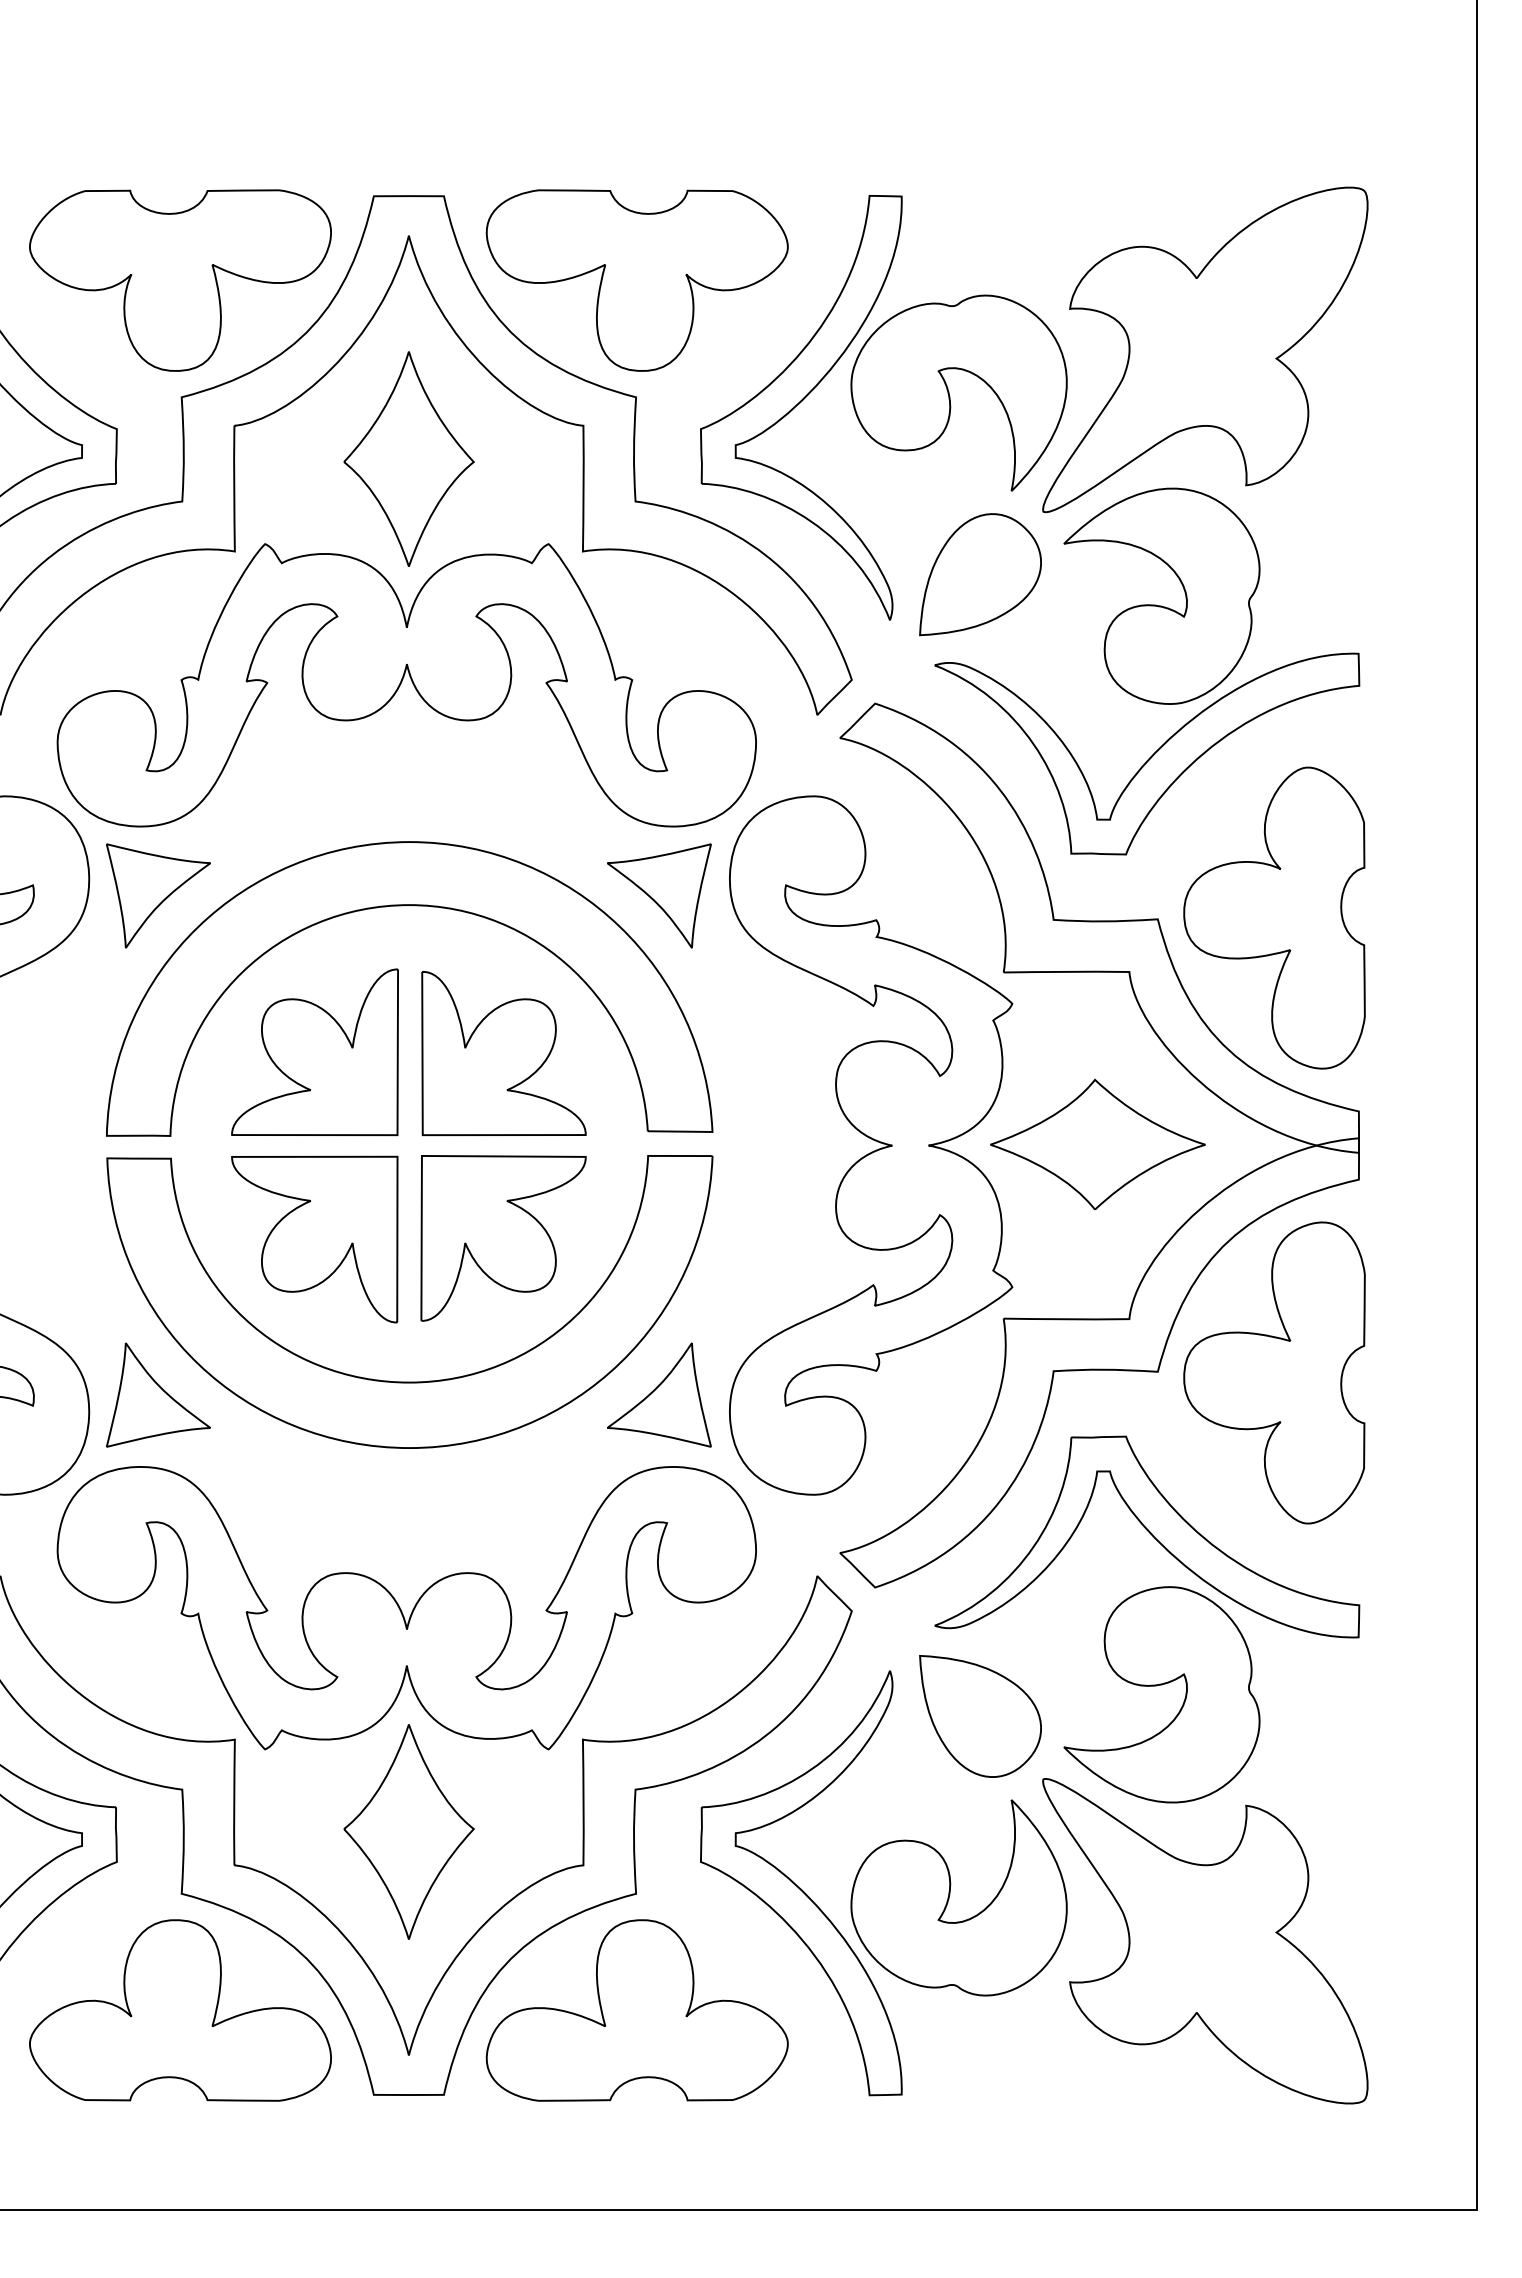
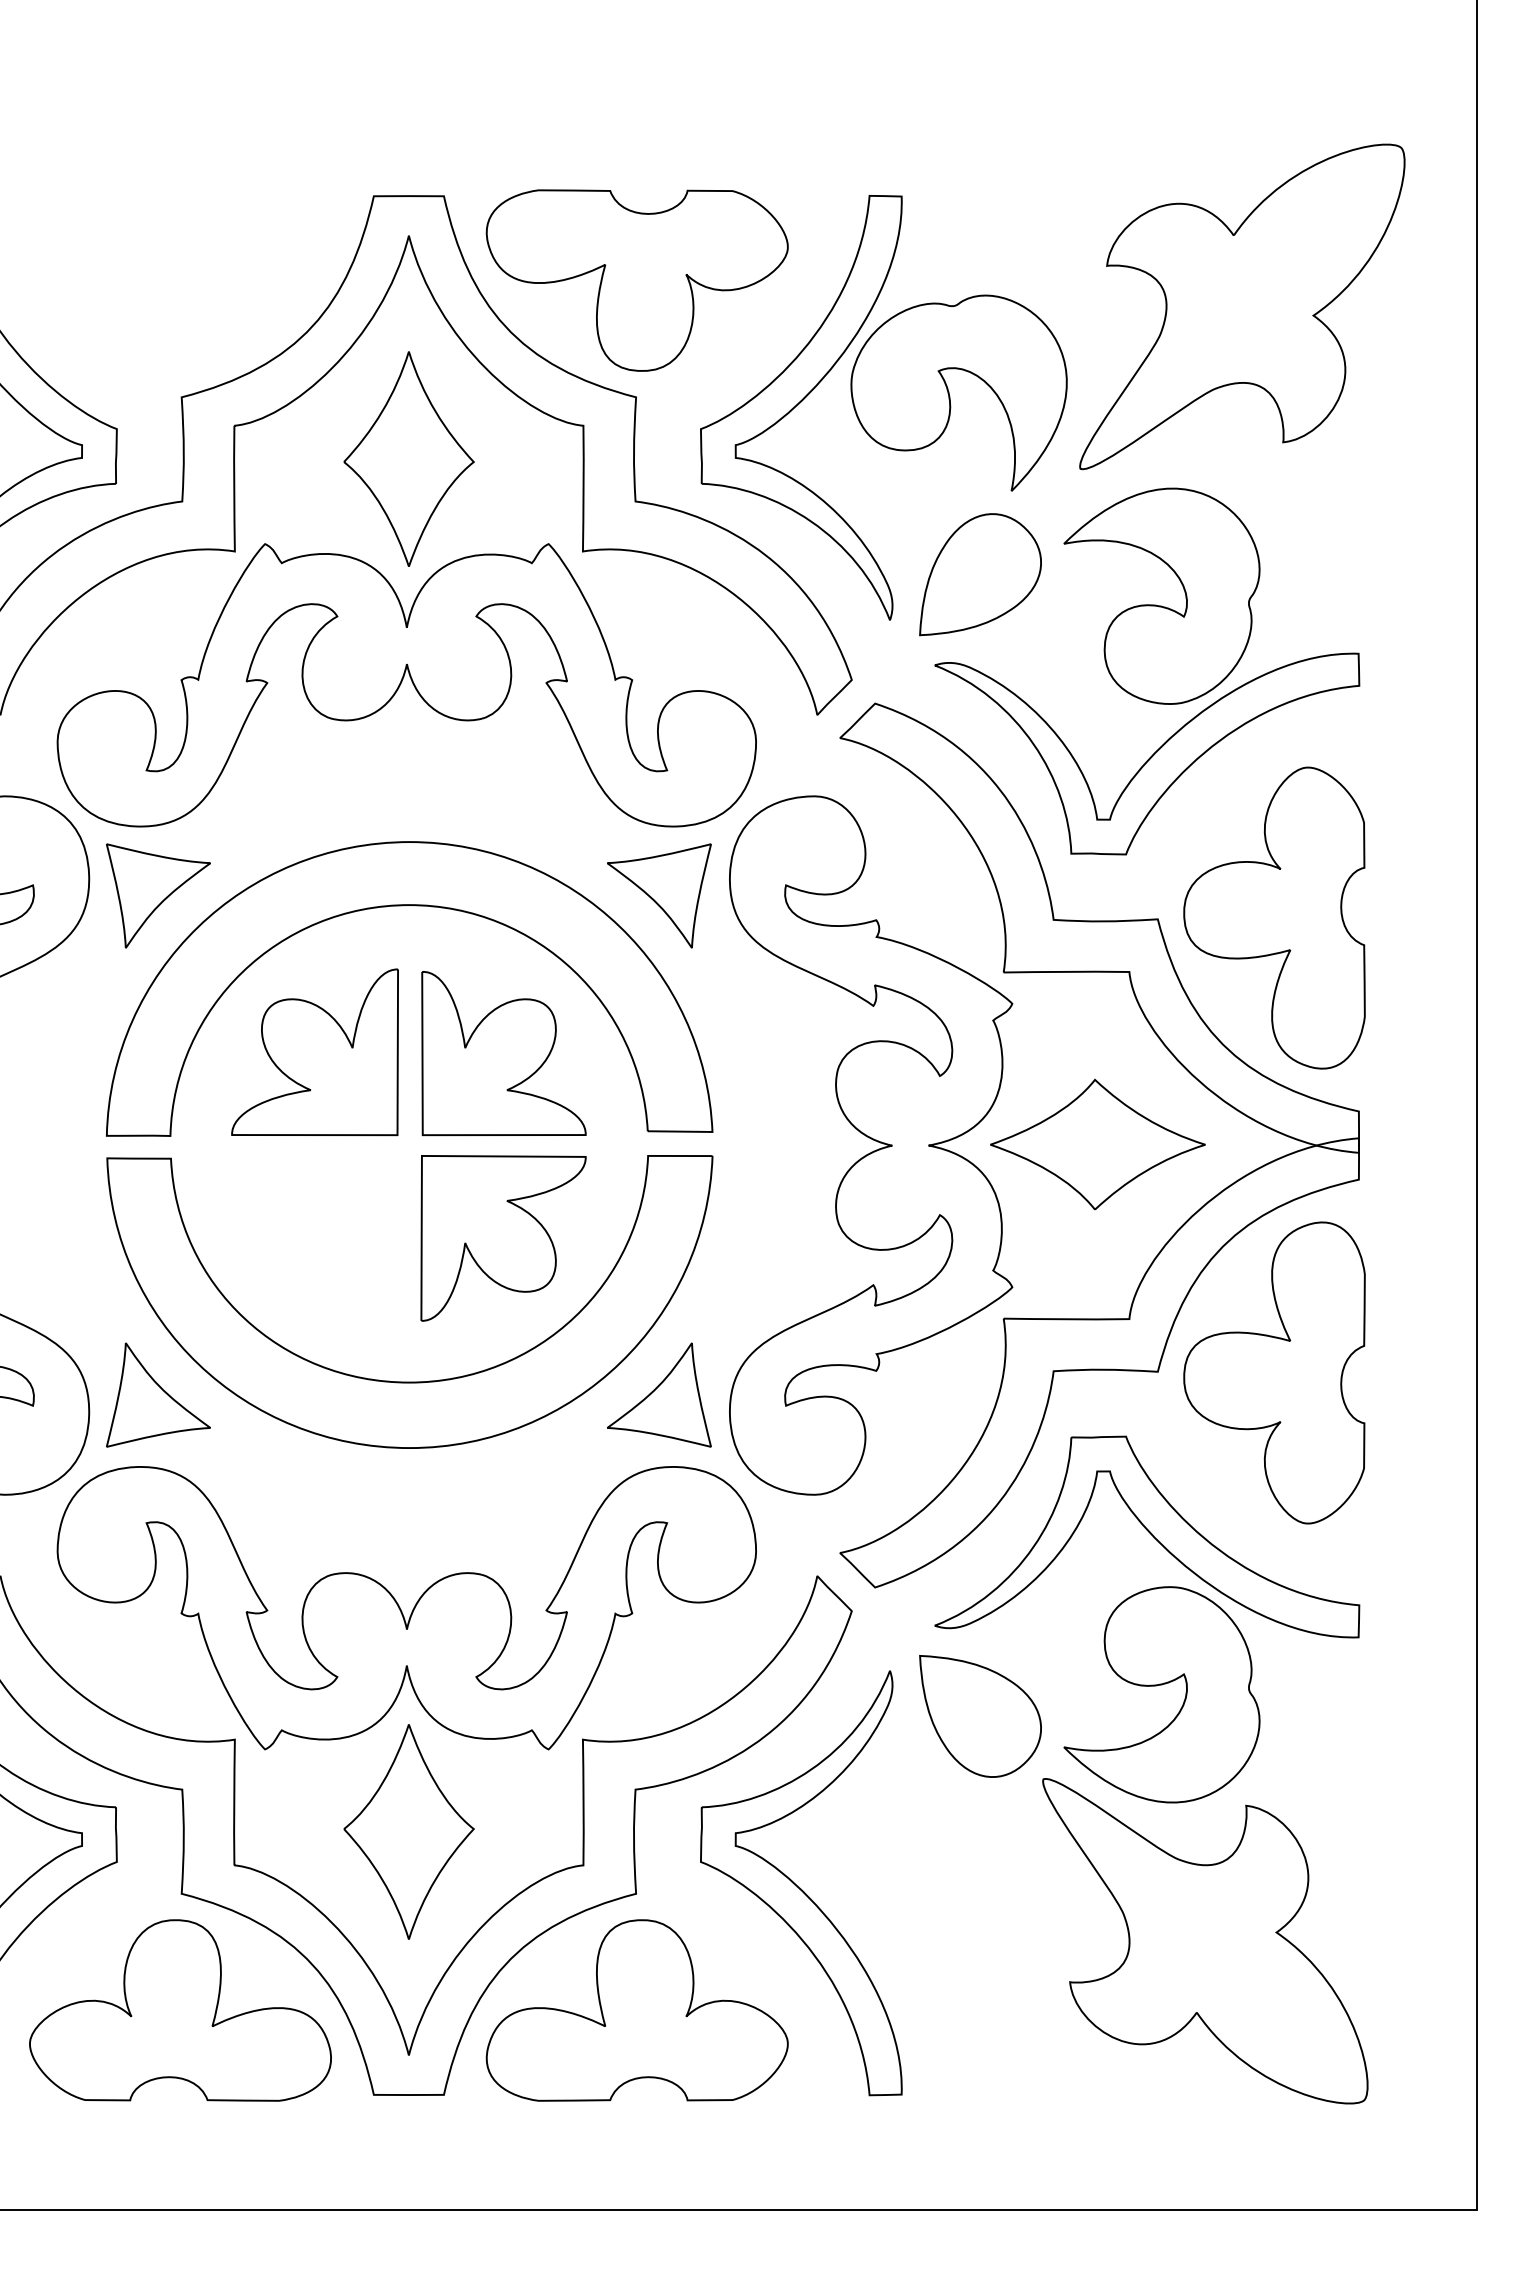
part at (180, 280): present -> none
part at (1205, 349) position: (1205, 349) -> (1242, 306)
part at (314, 1239): present -> none
part at (950, 1894): present -> none
